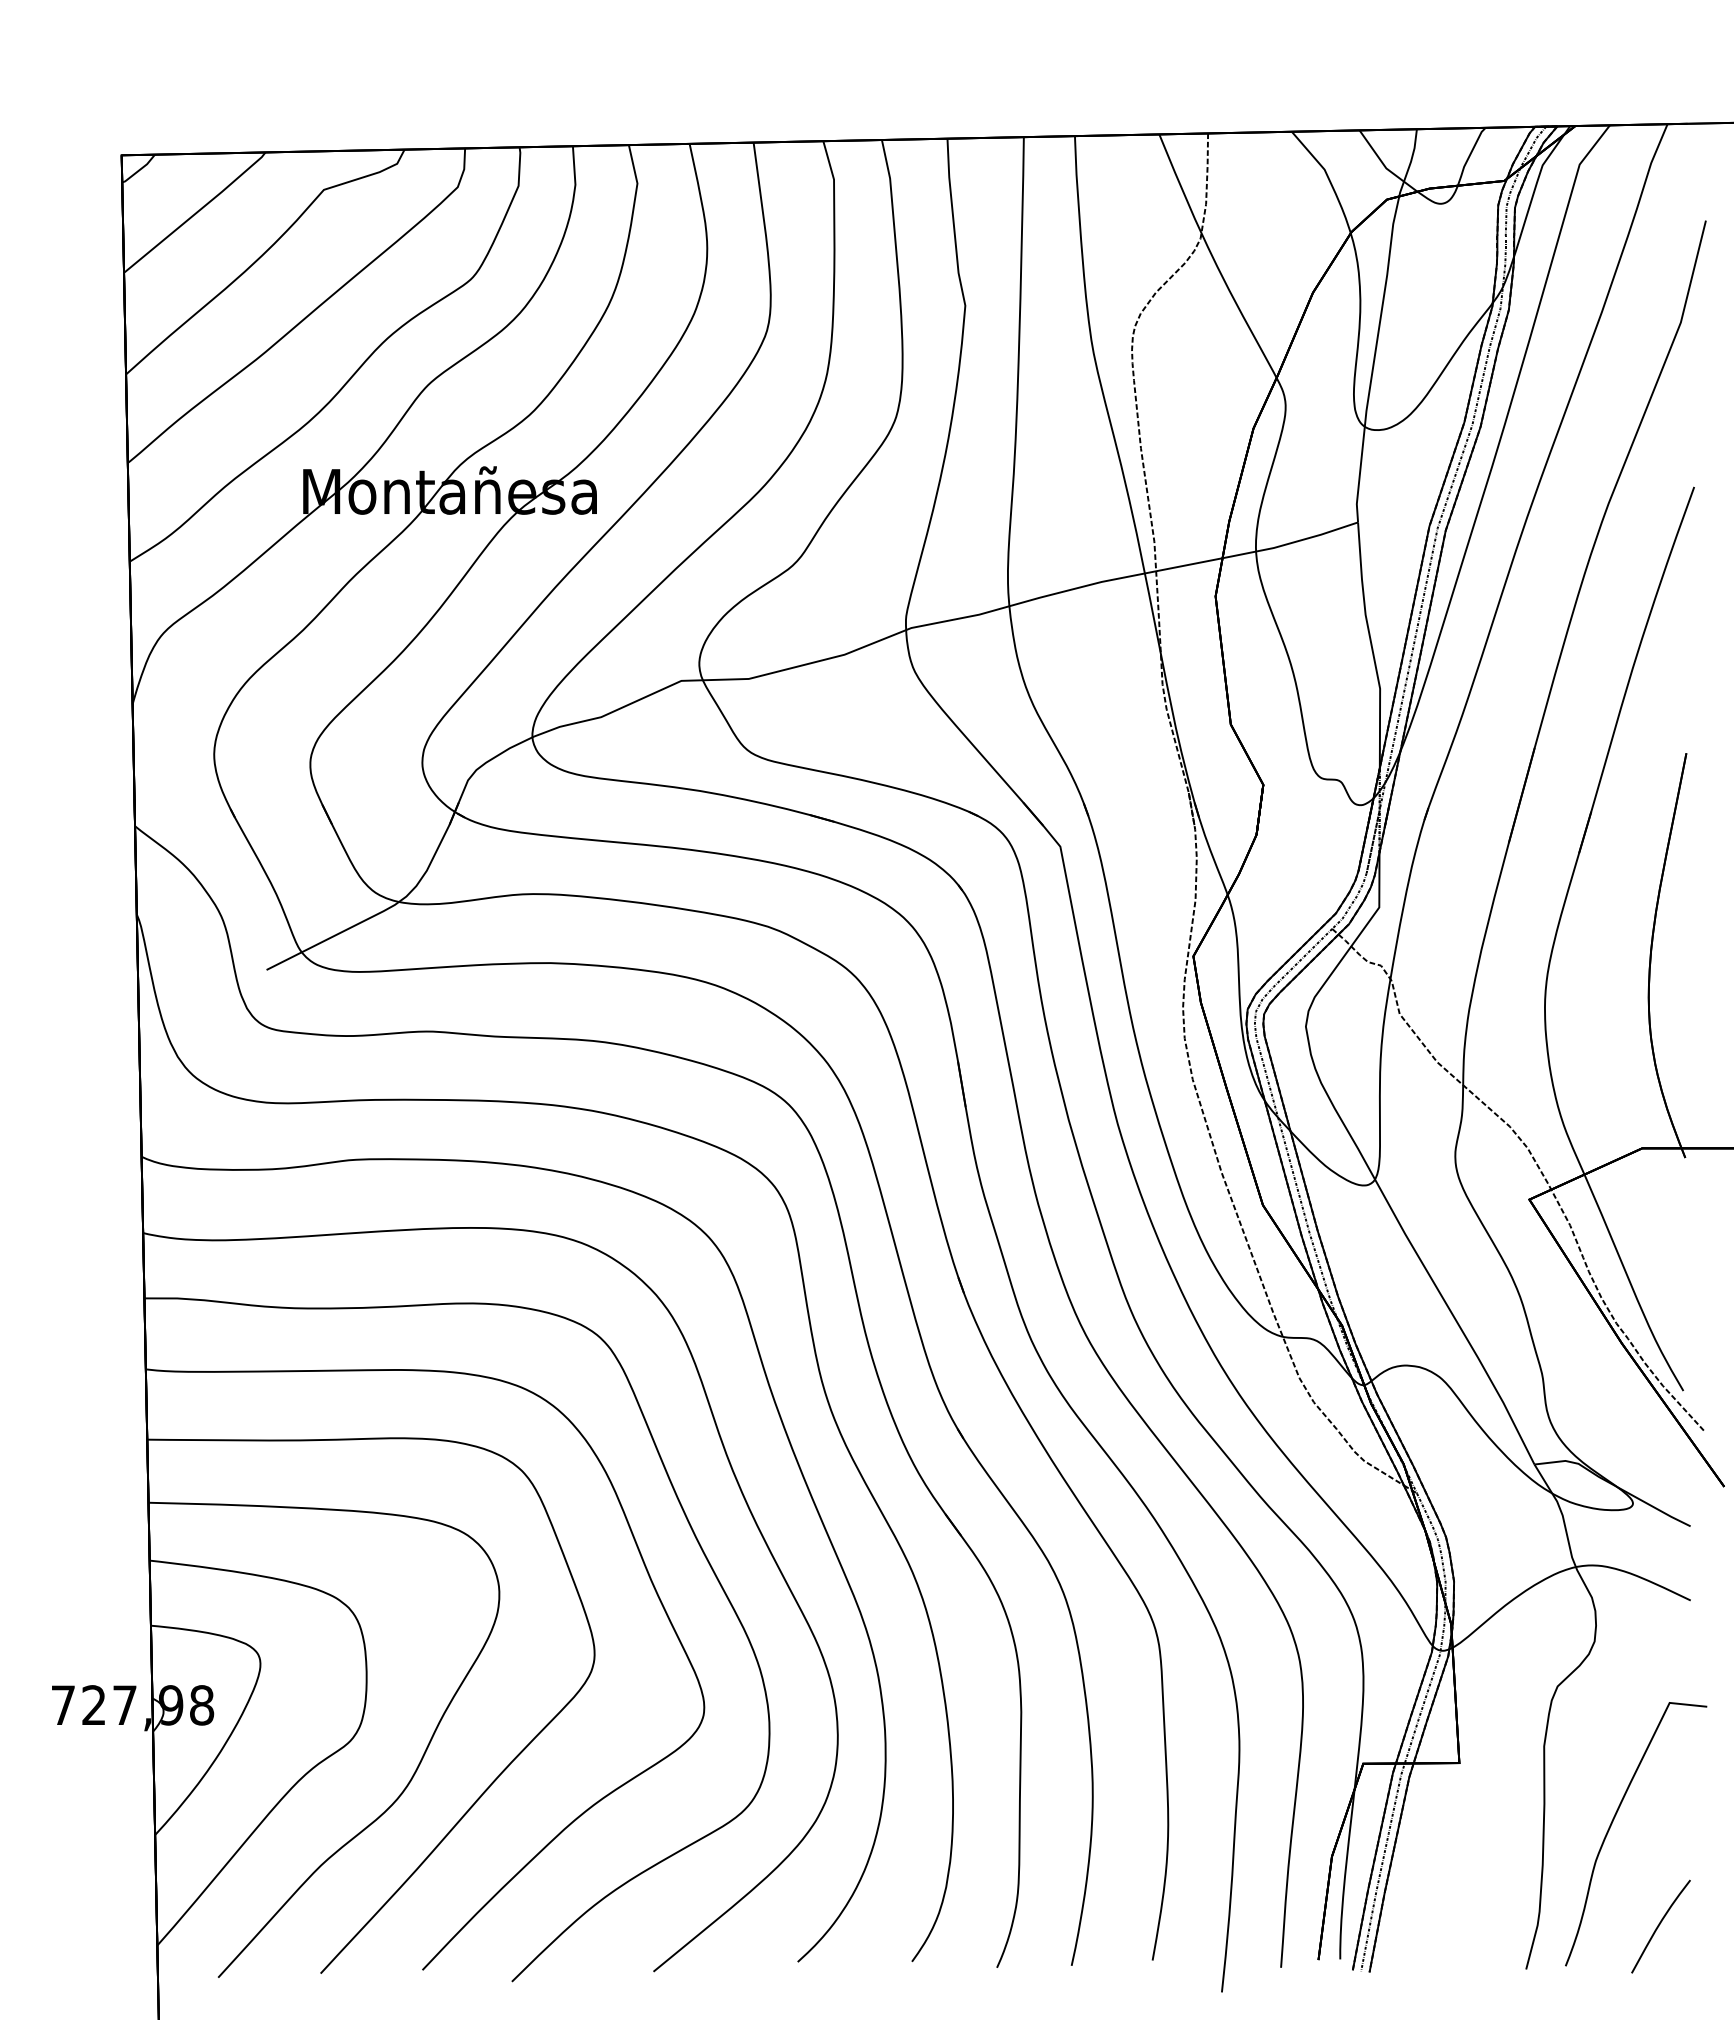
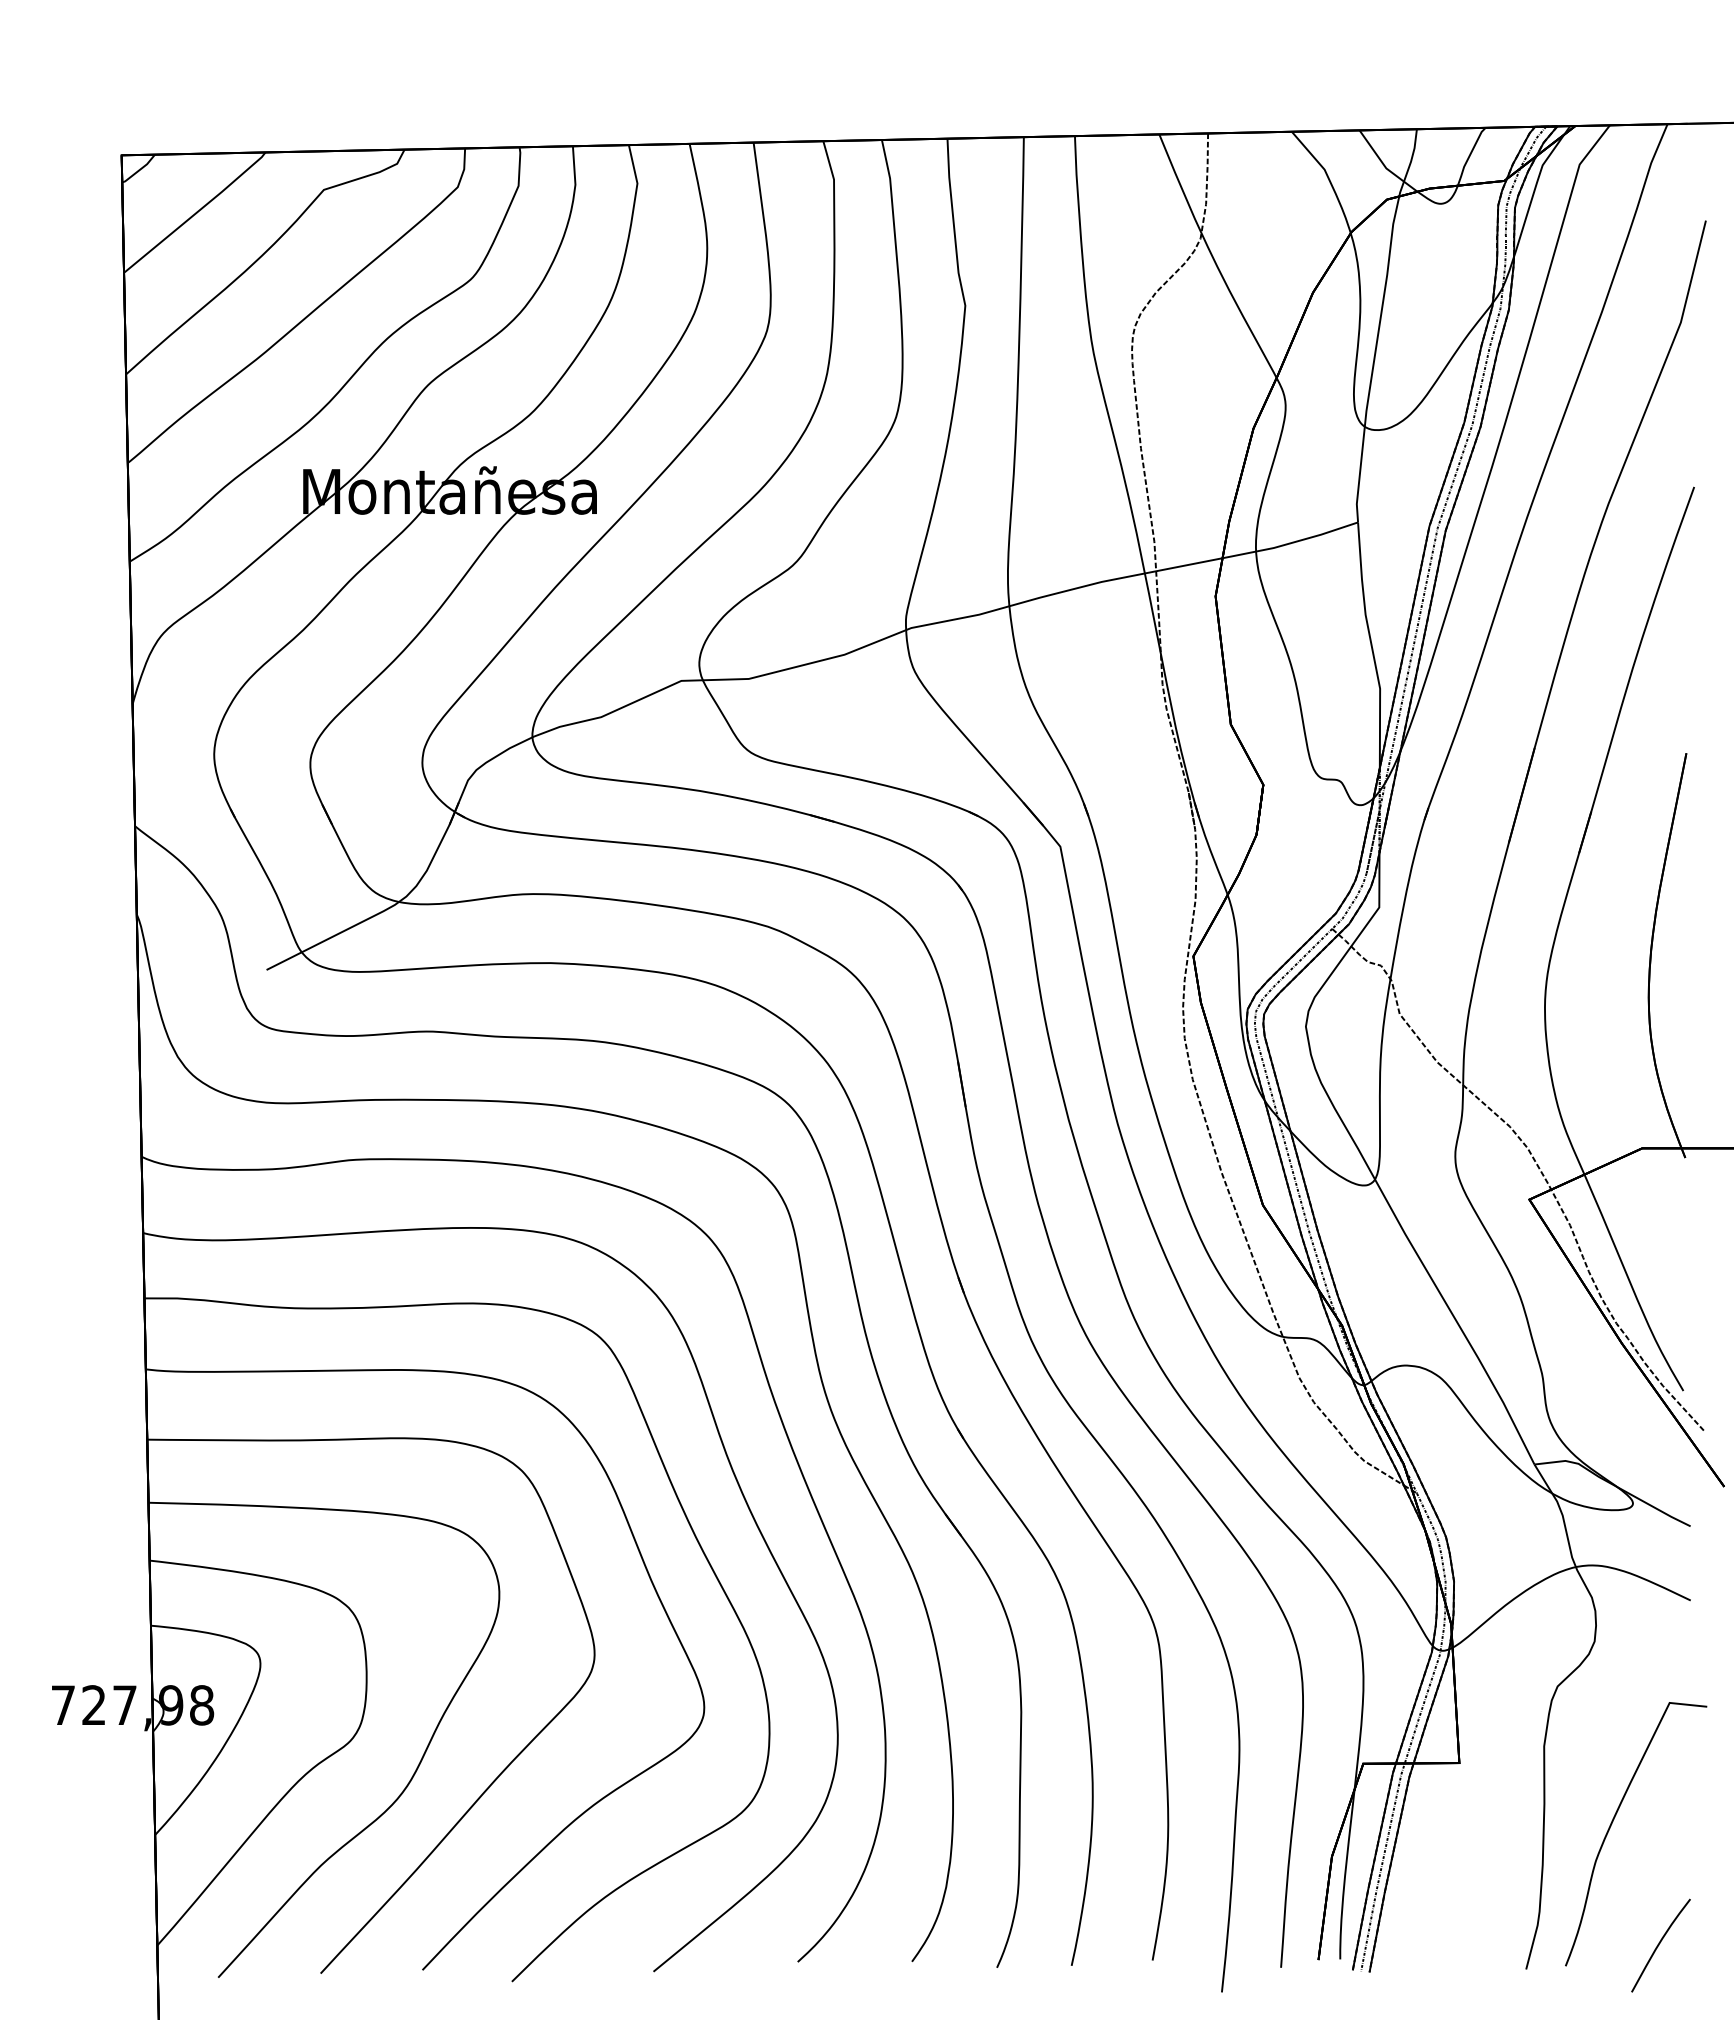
curve at (1659, 1926) position: (1659, 1926) -> (1659, 1945)
